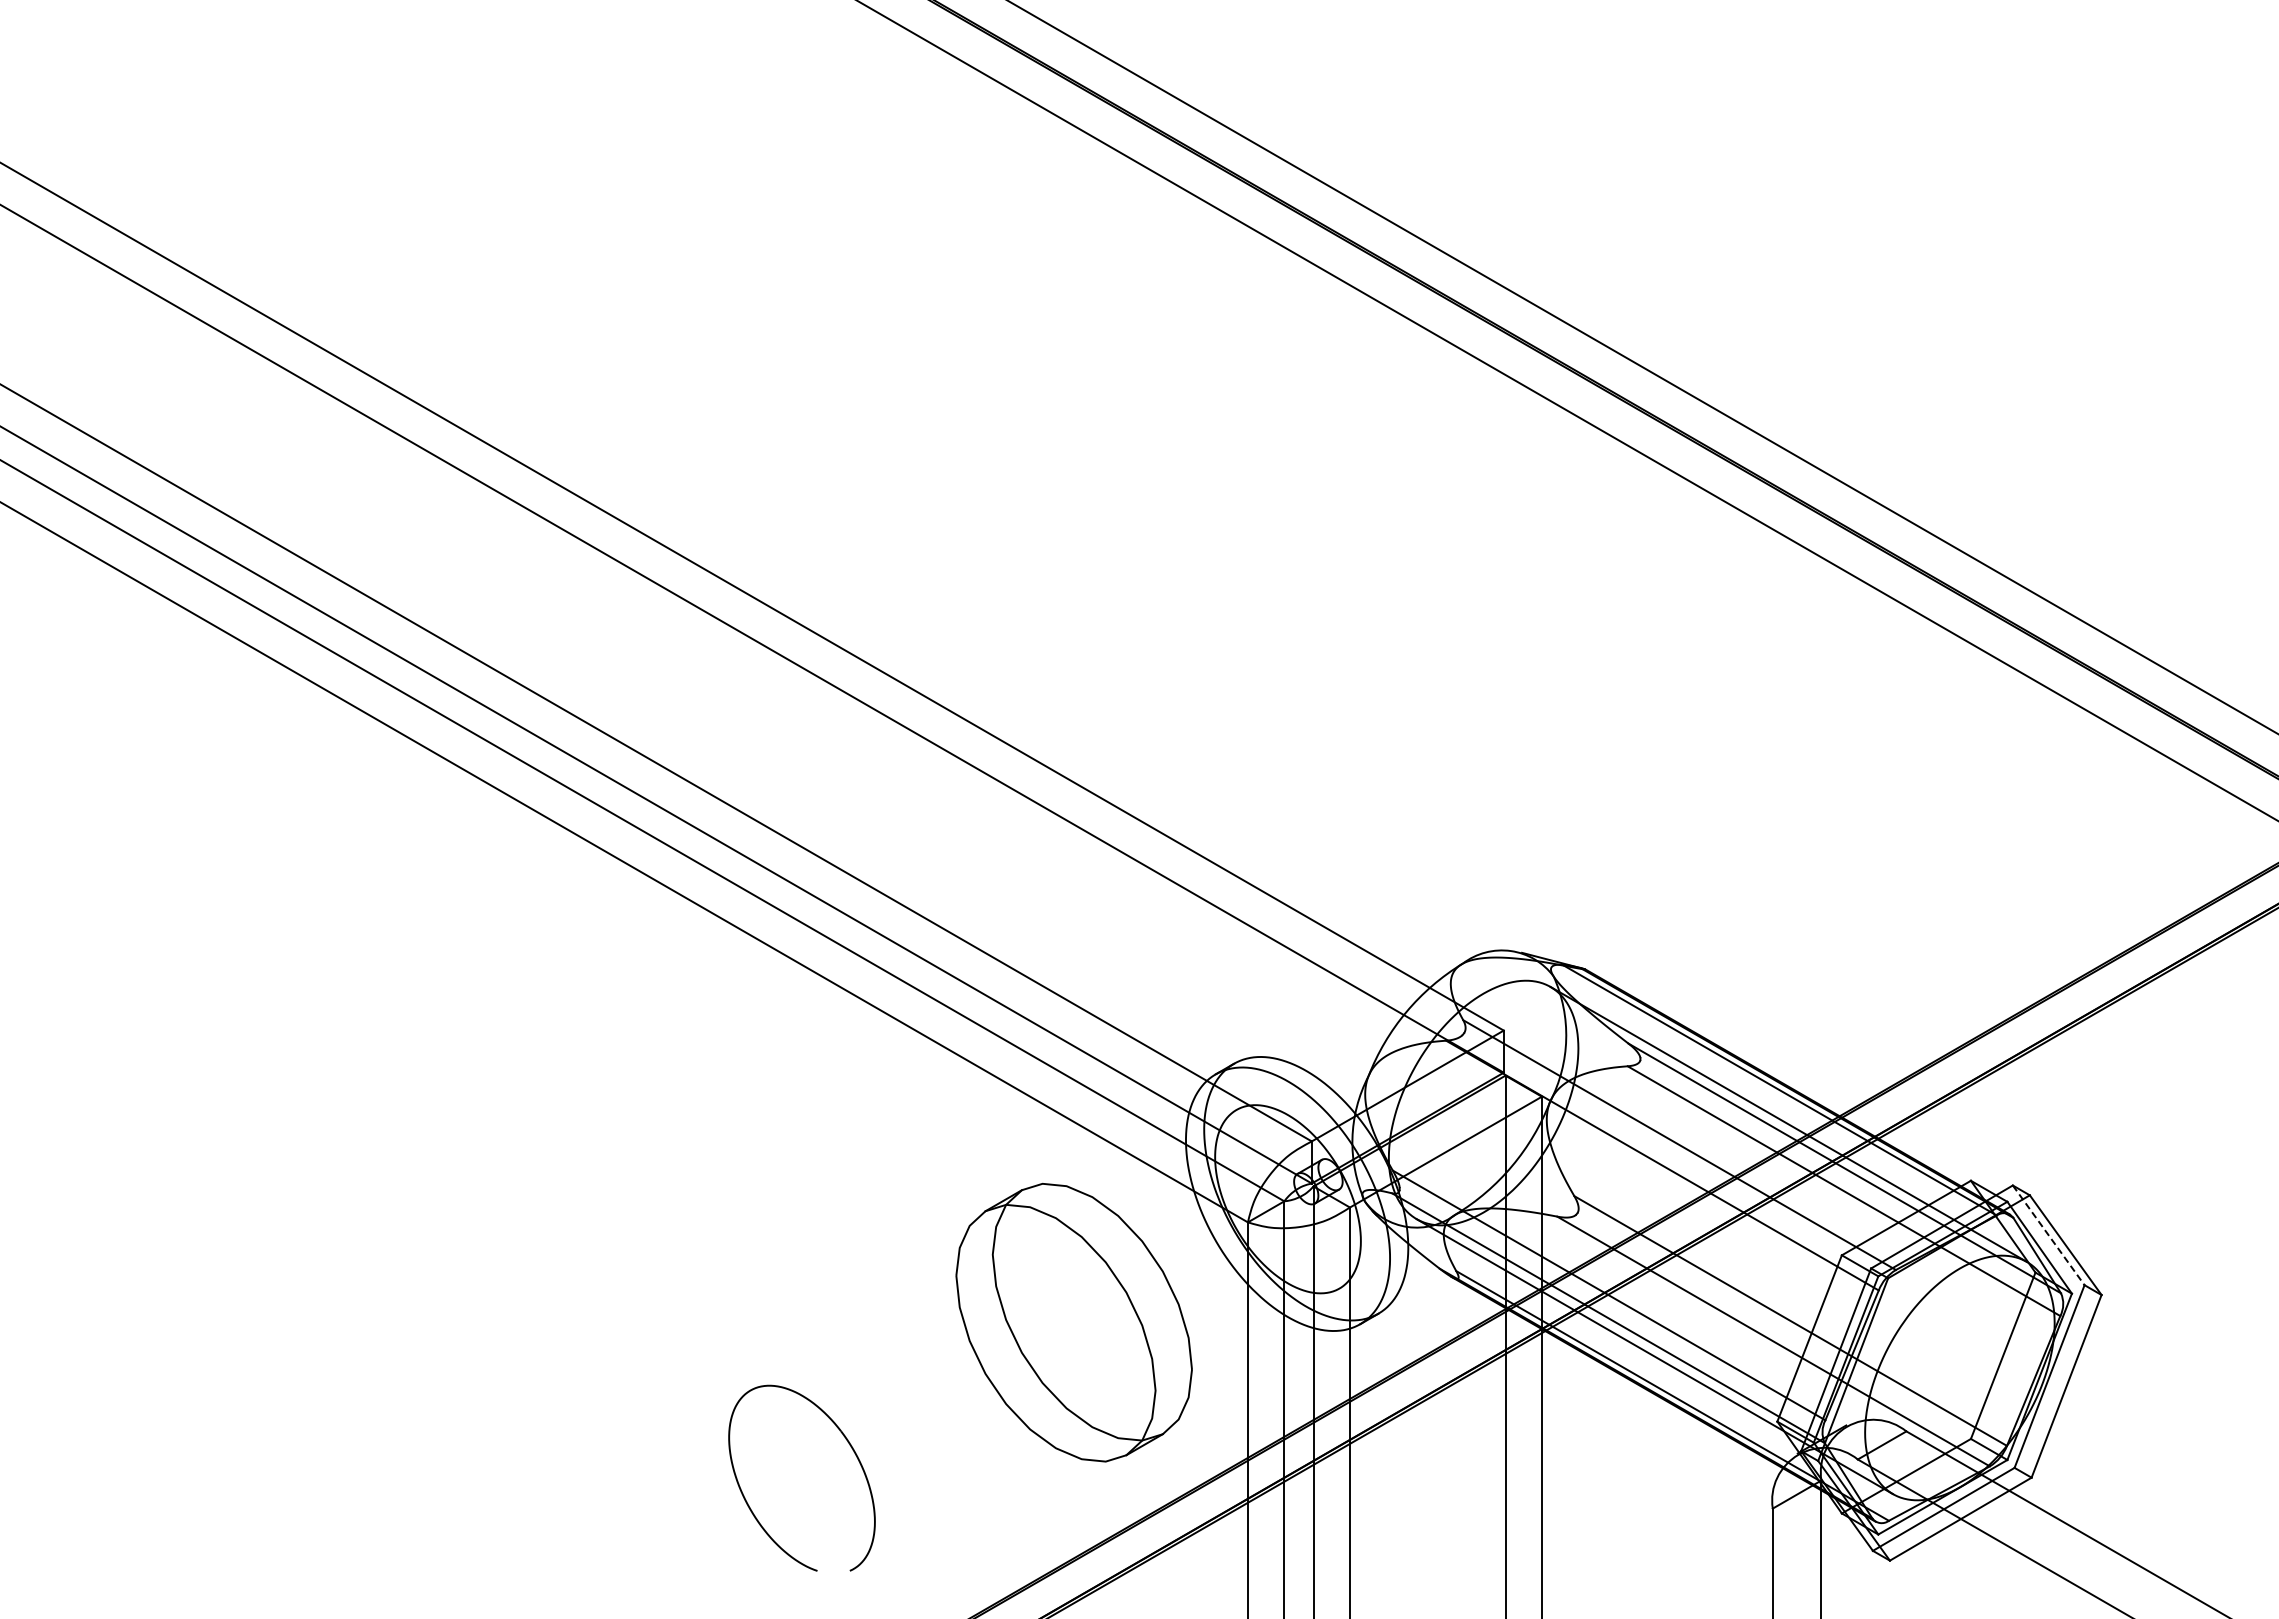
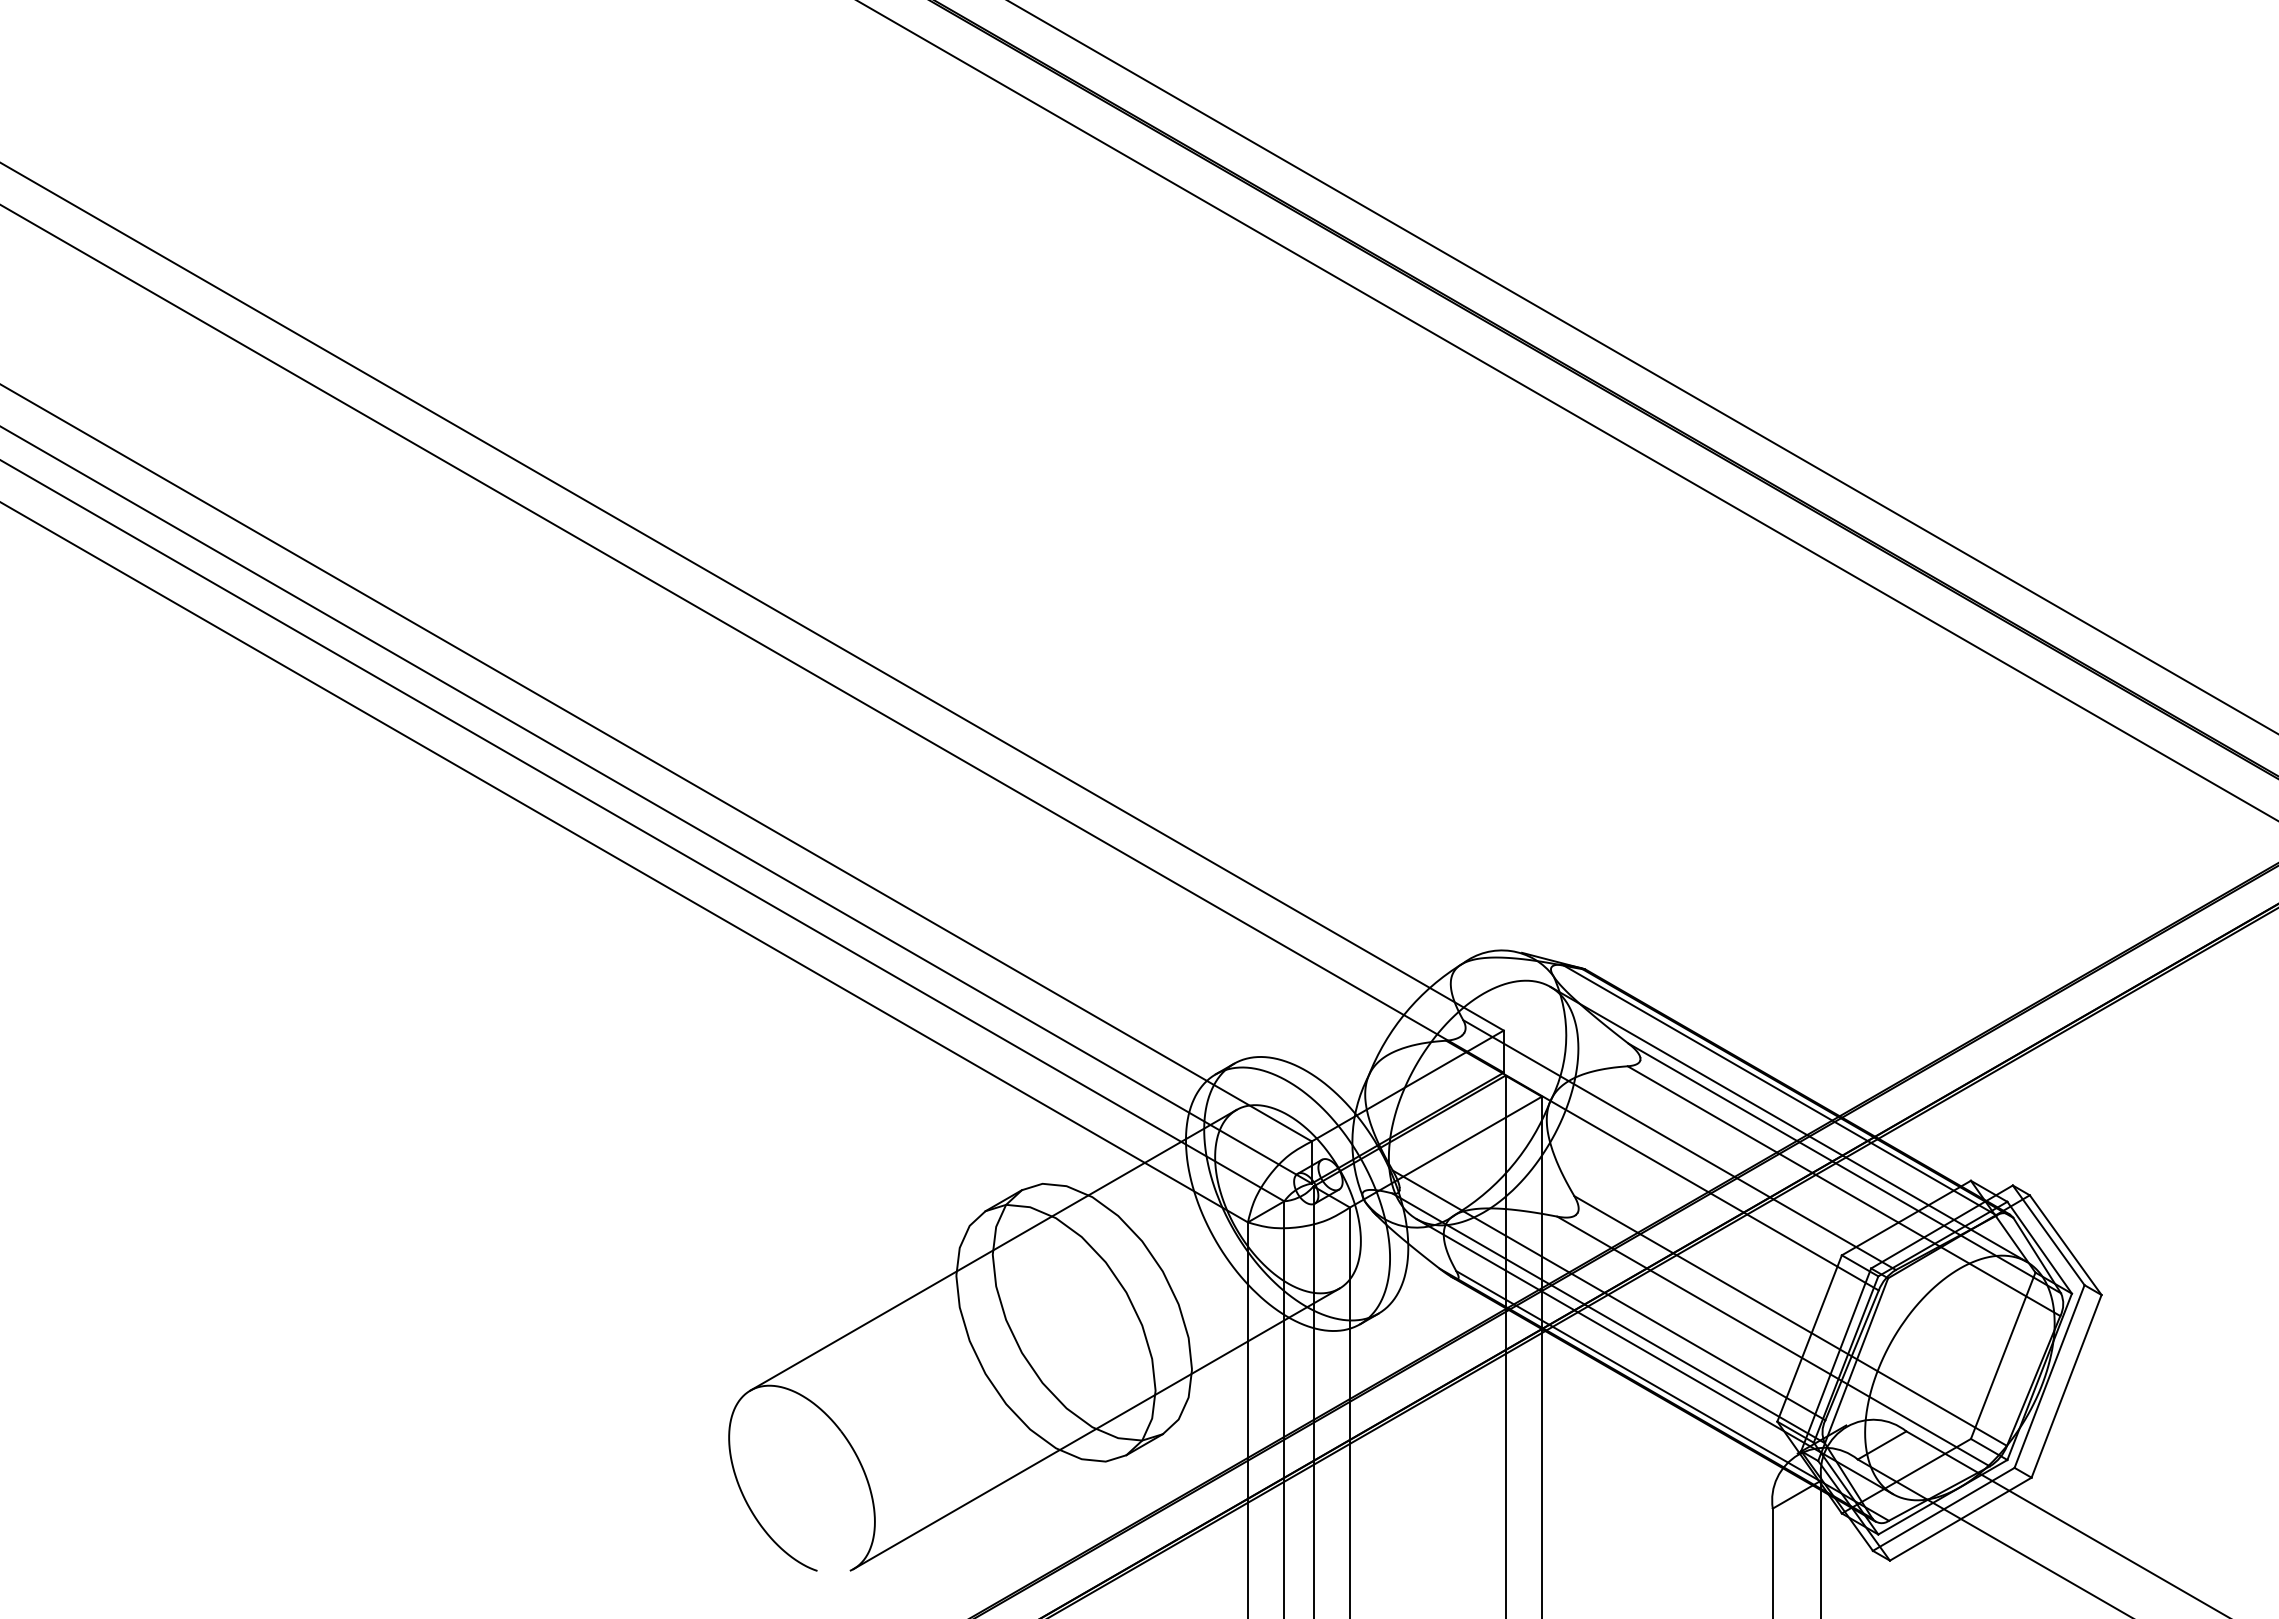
line at (2049, 1235): dashed -> solid
line at (993, 1249): none -> present
line at (1096, 1428): none -> present
